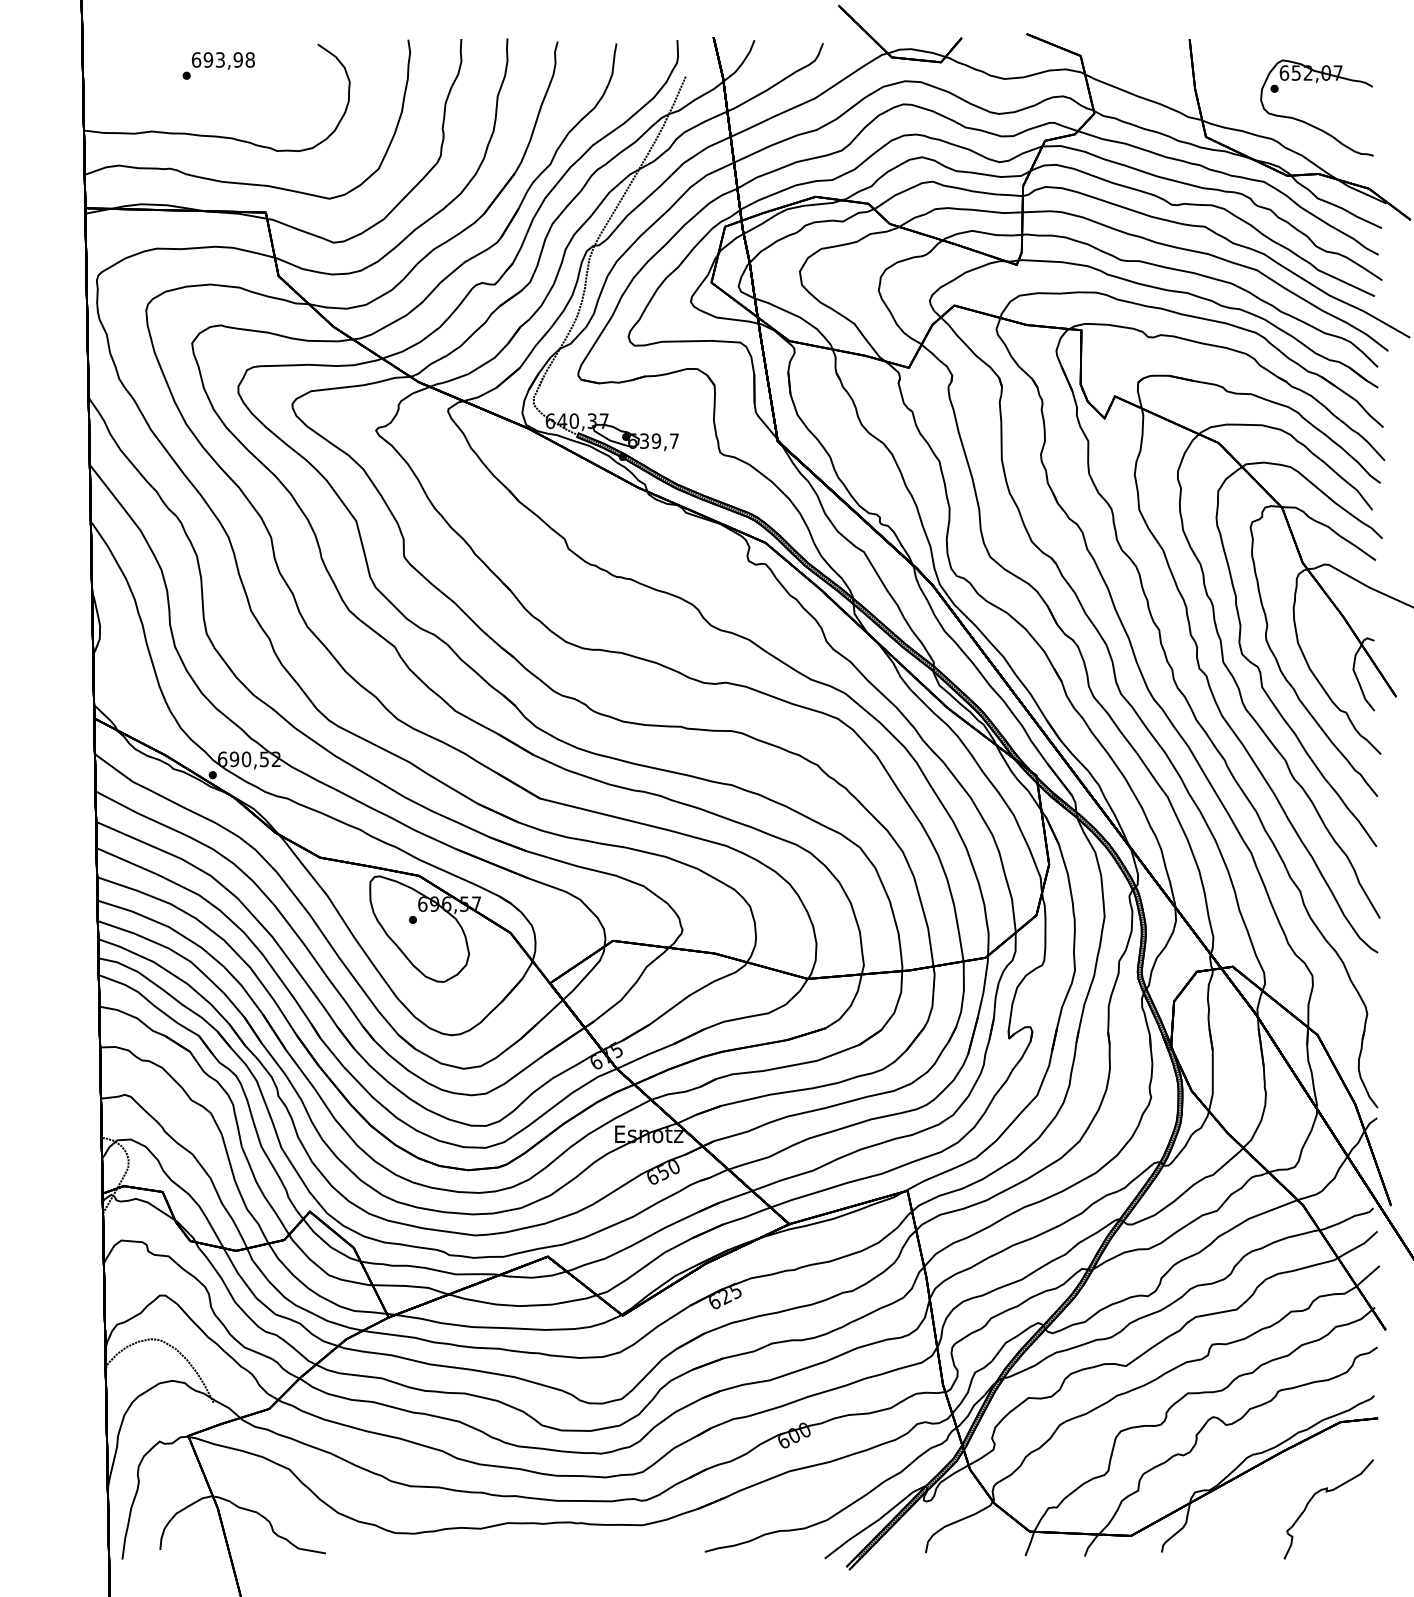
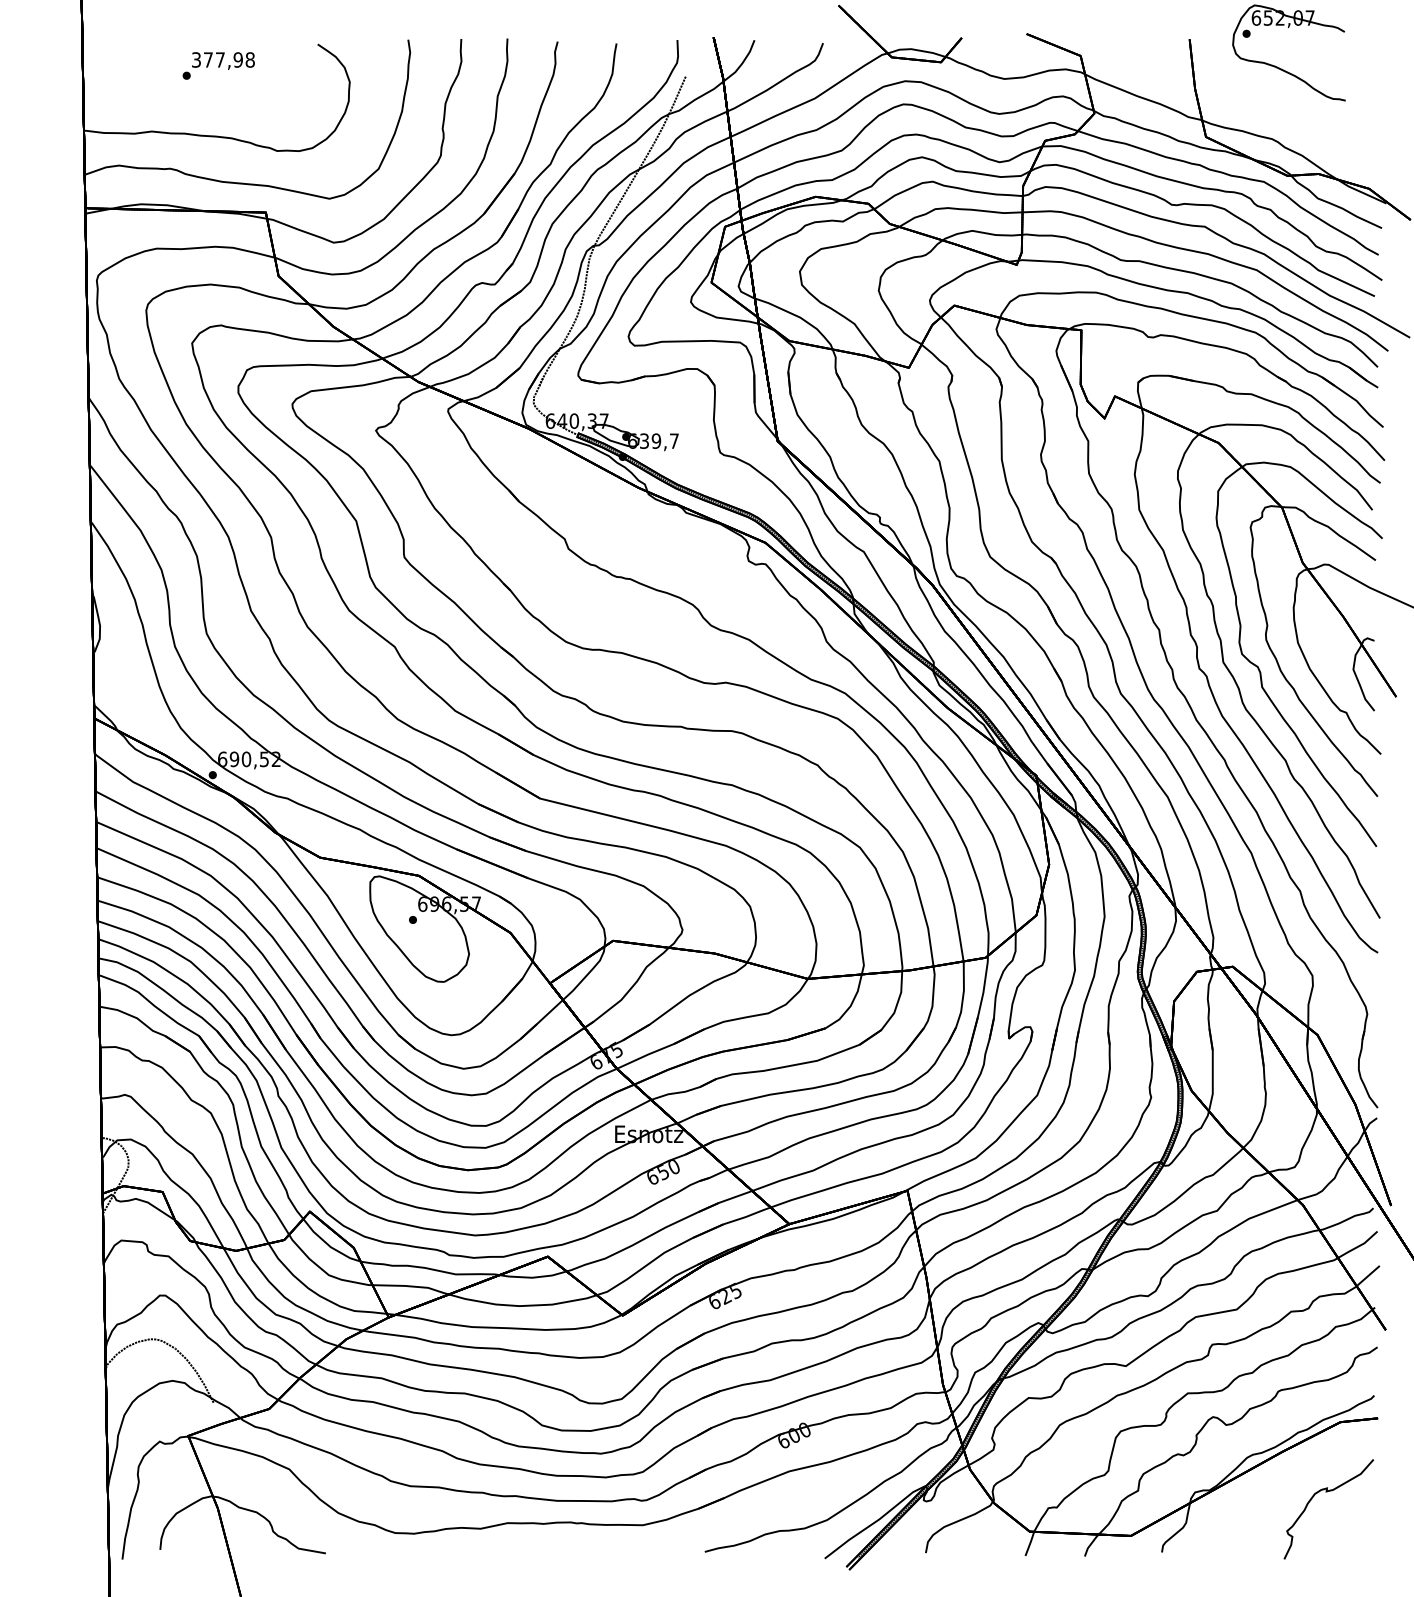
text at (207, 59): 693,98 -> 377,98
part at (1309, 123) position: (1309, 123) -> (1281, 68)
